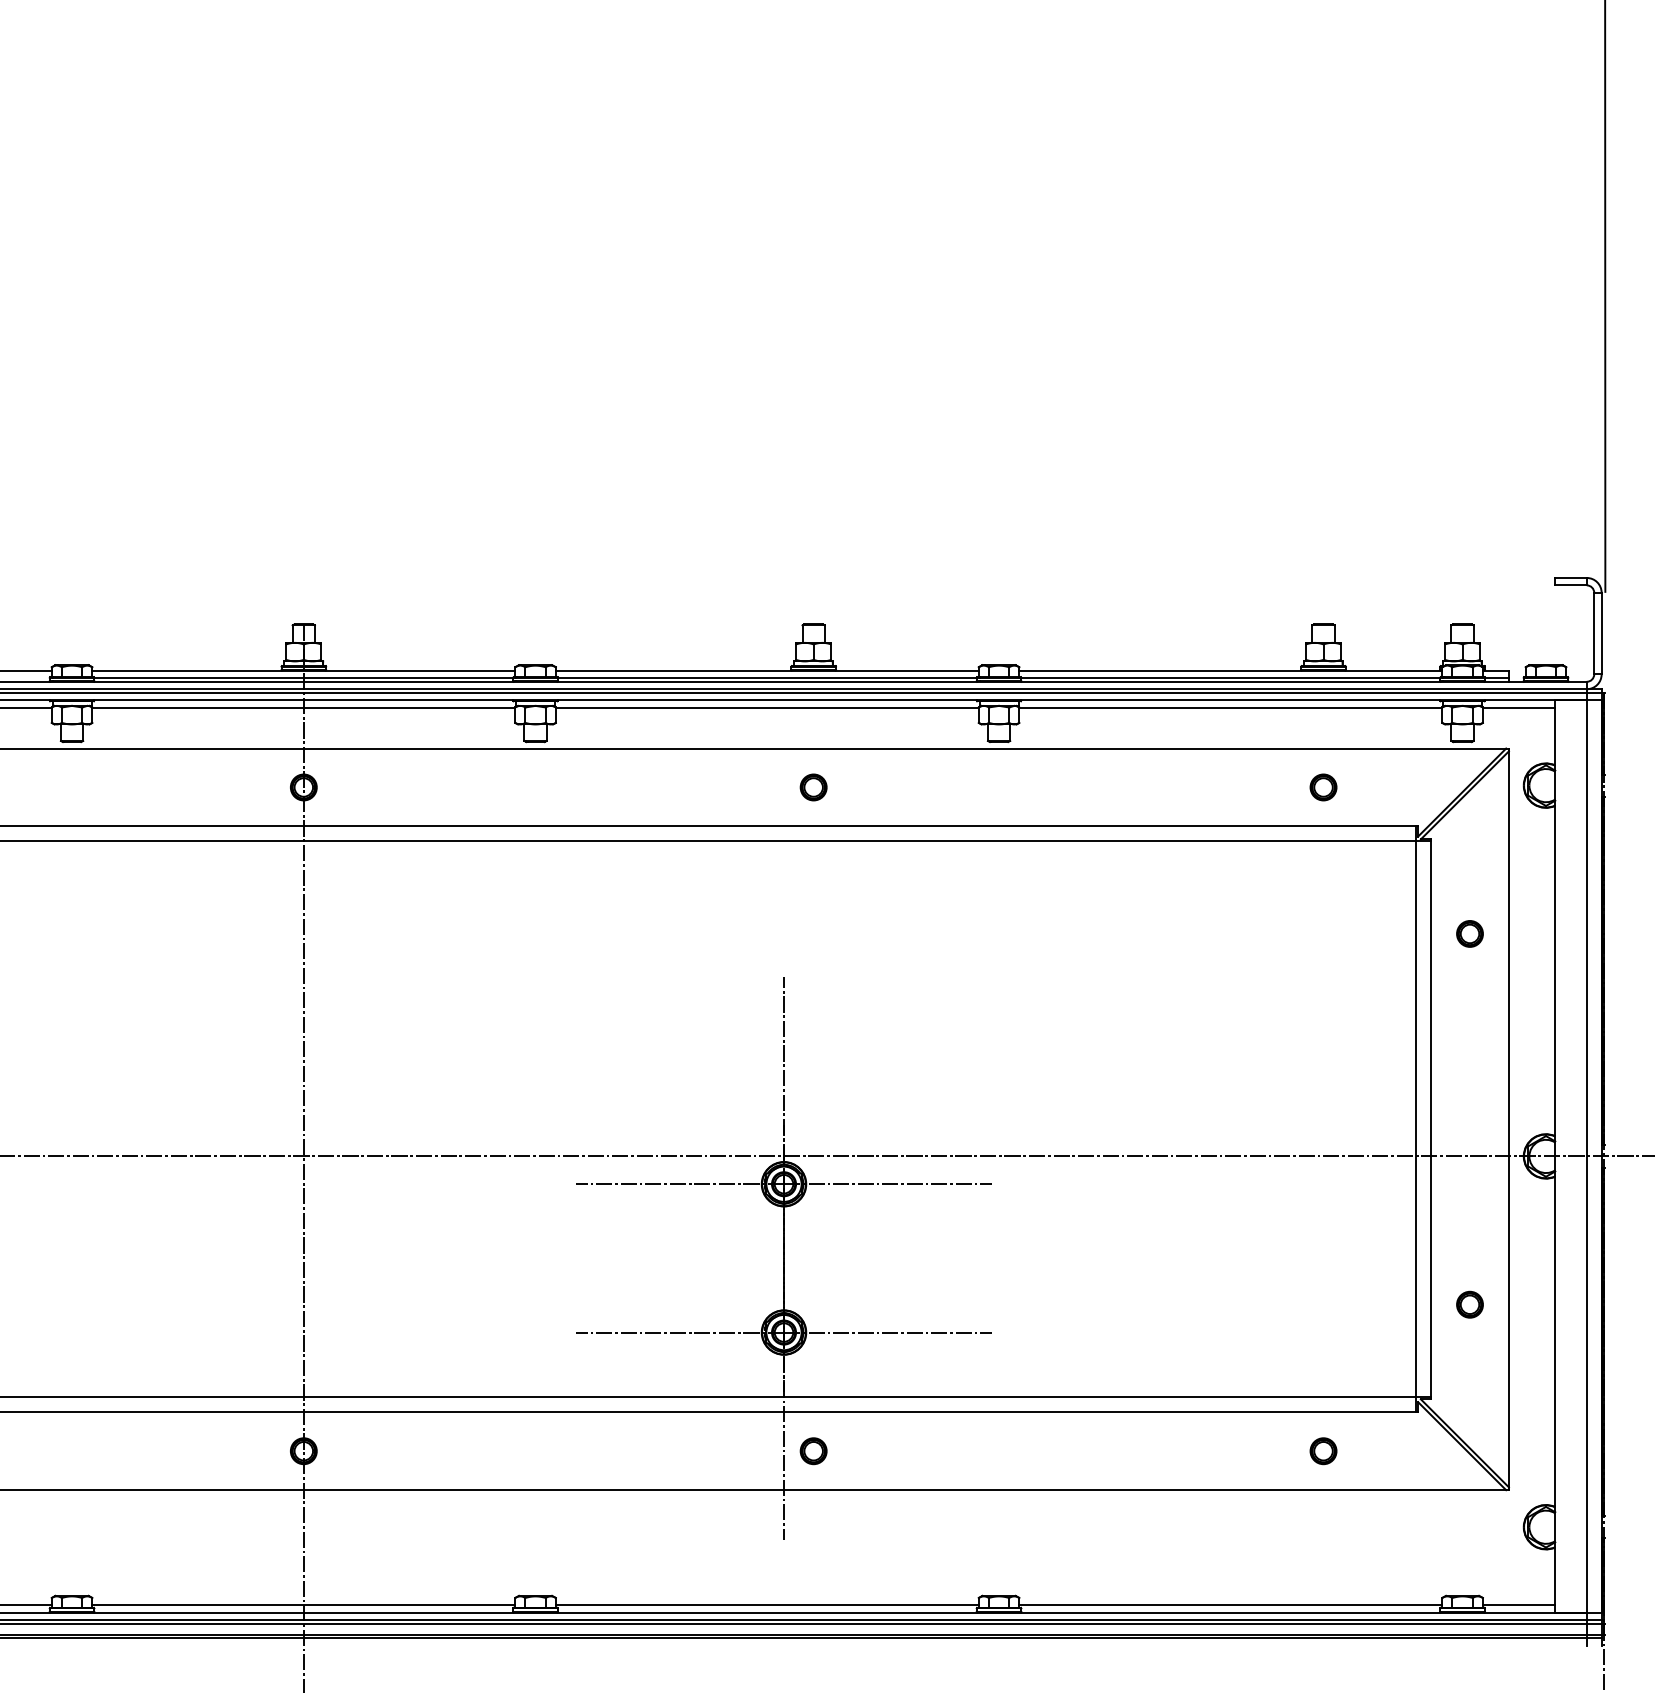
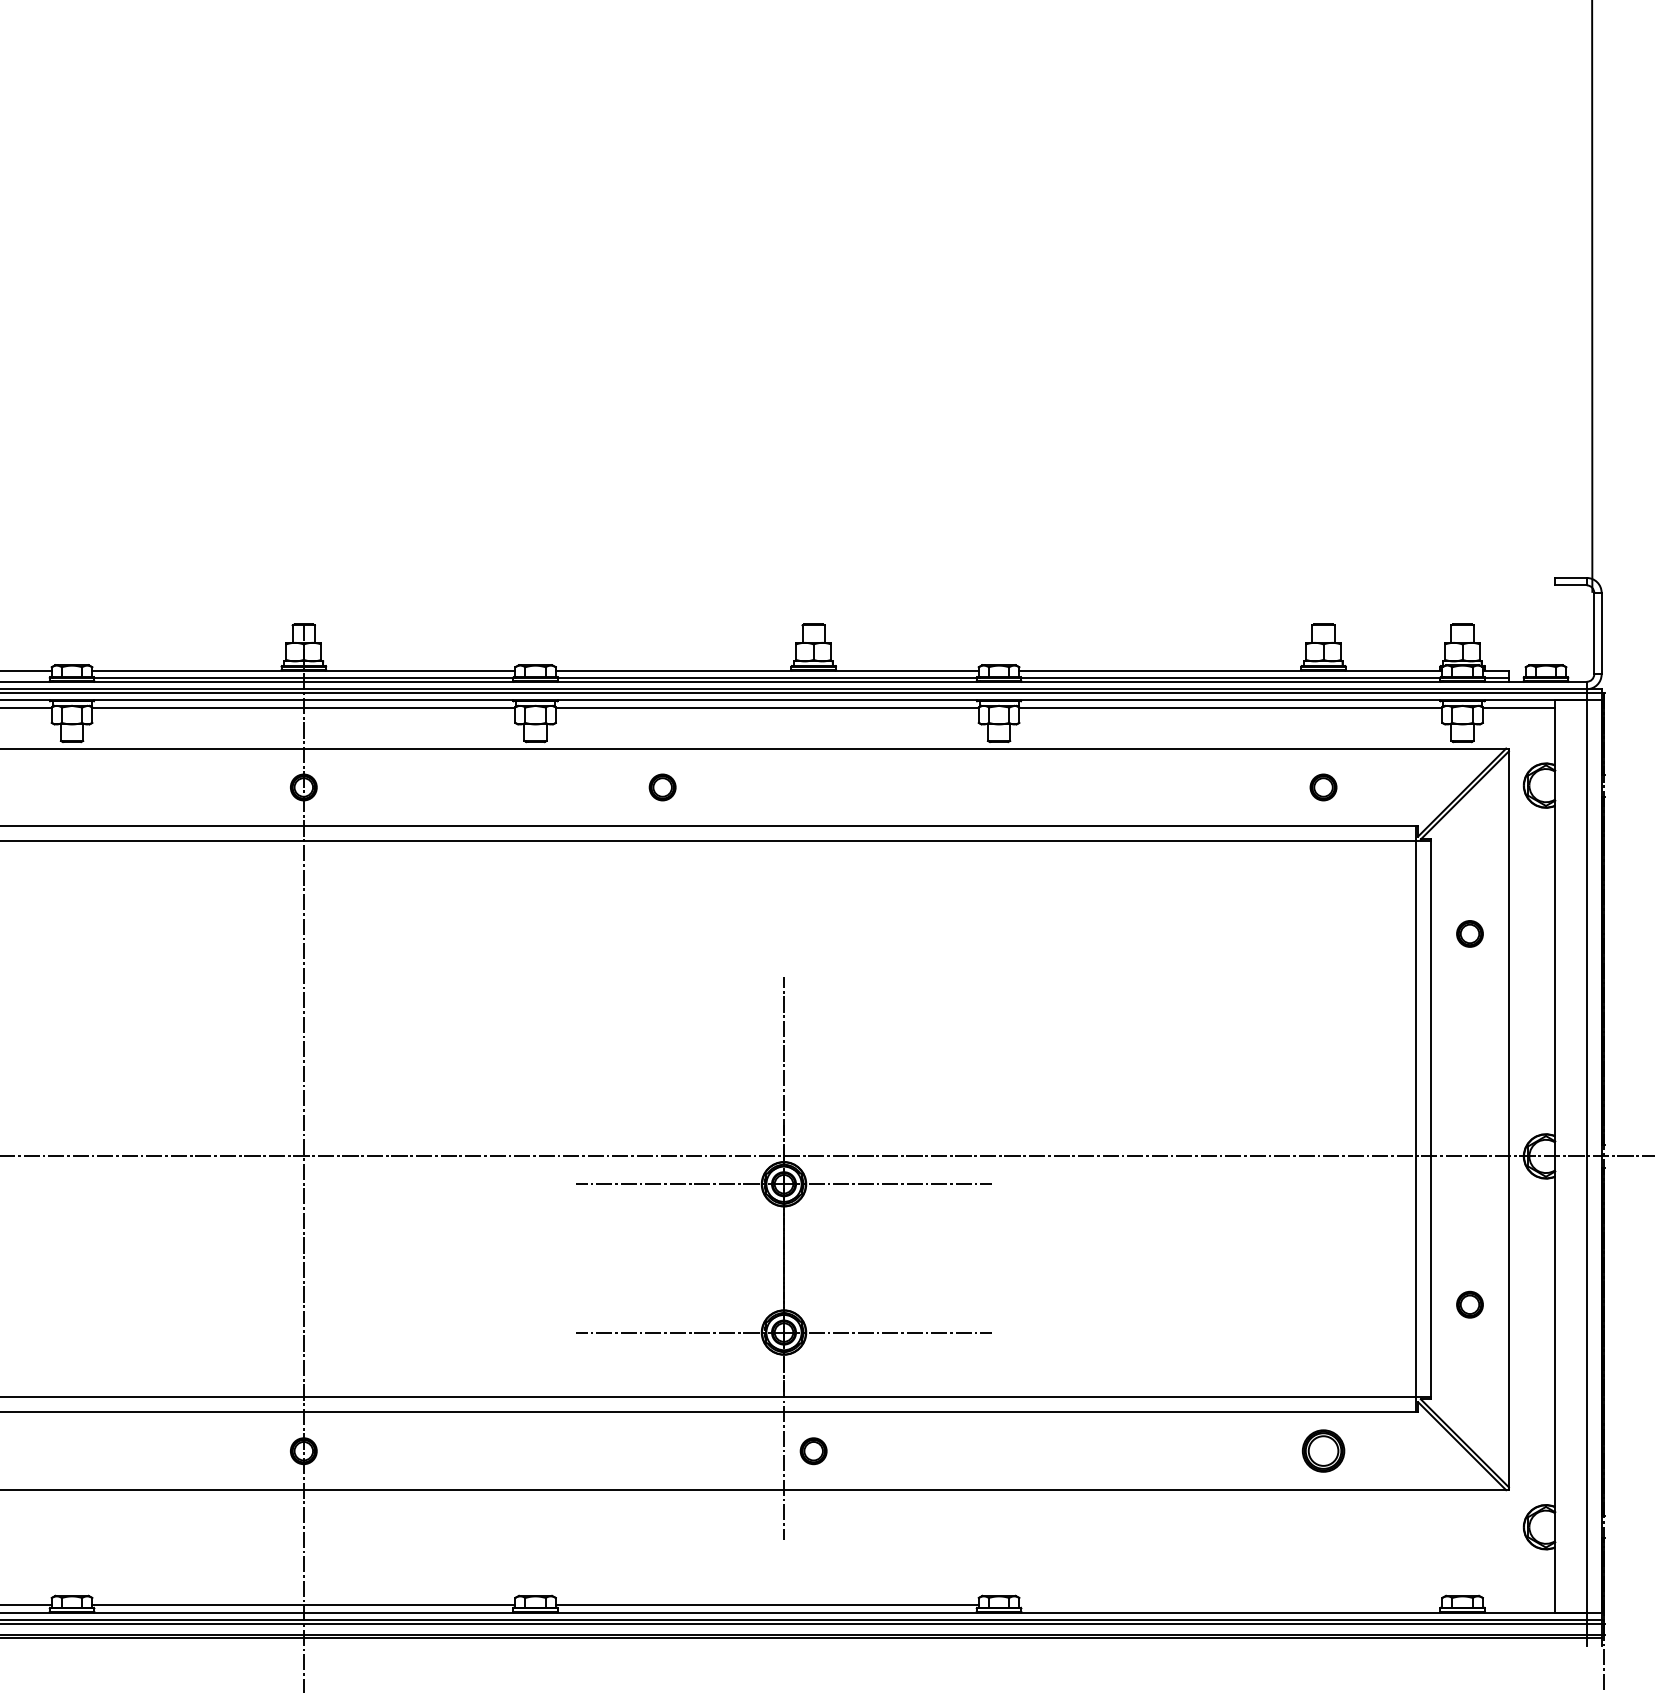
line at (1605, 296) position: (1605, 296) -> (1592, 296)
part at (813, 787) position: (813, 787) -> (662, 787)
part at (1323, 1451) size: 29x29 px -> 45x44 px
line at (1230, 1605): present -> none
line at (1518, 1605): present -> none
